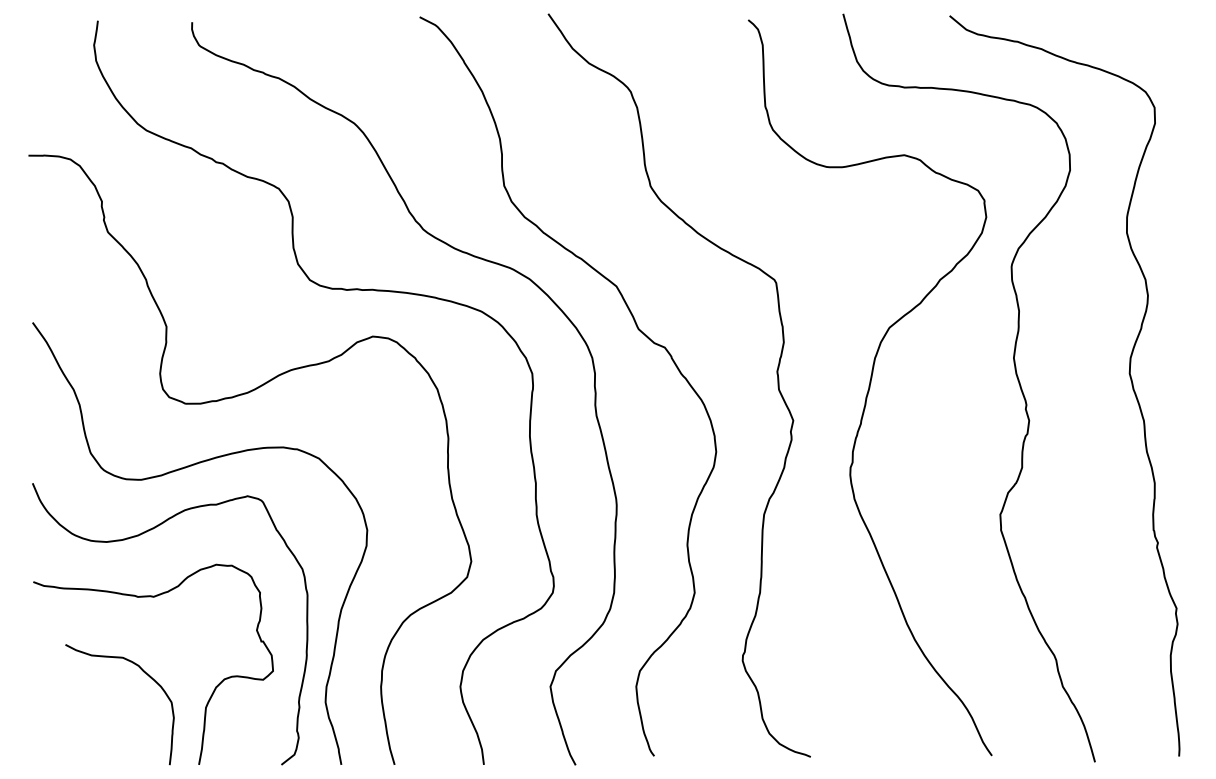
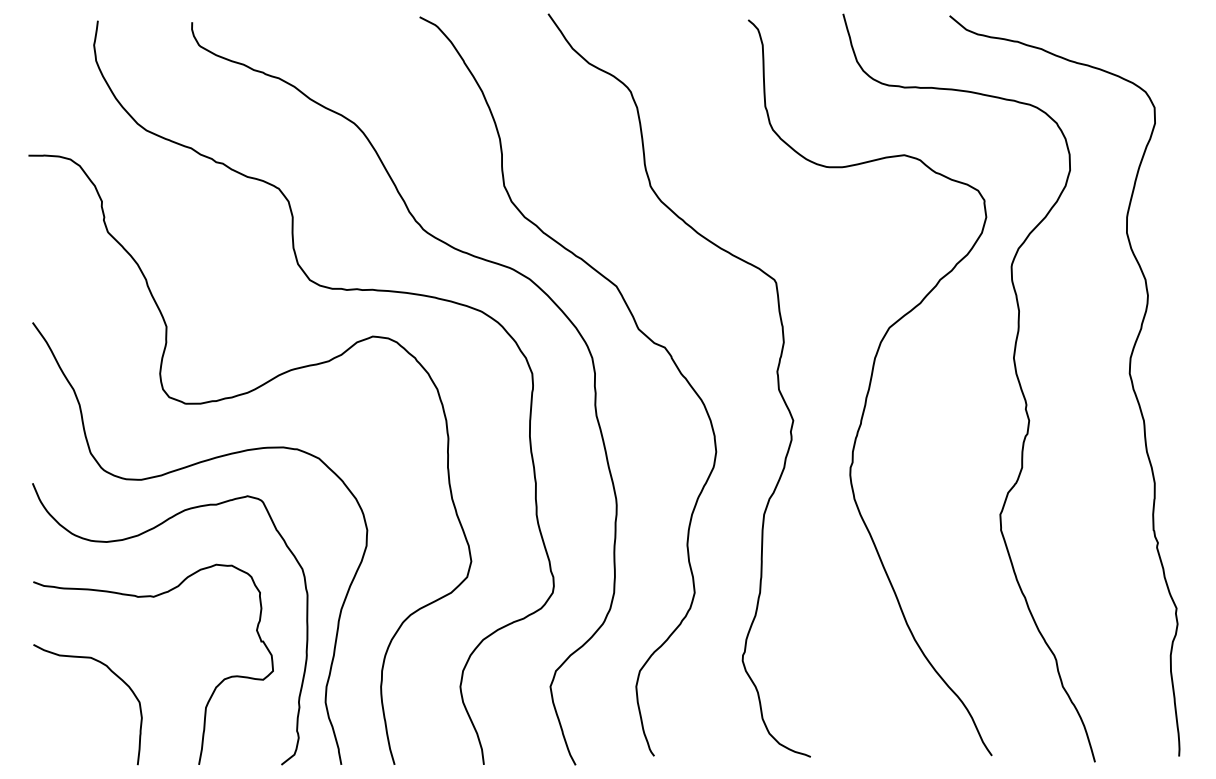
curve at (144, 673) position: (144, 673) -> (112, 673)
